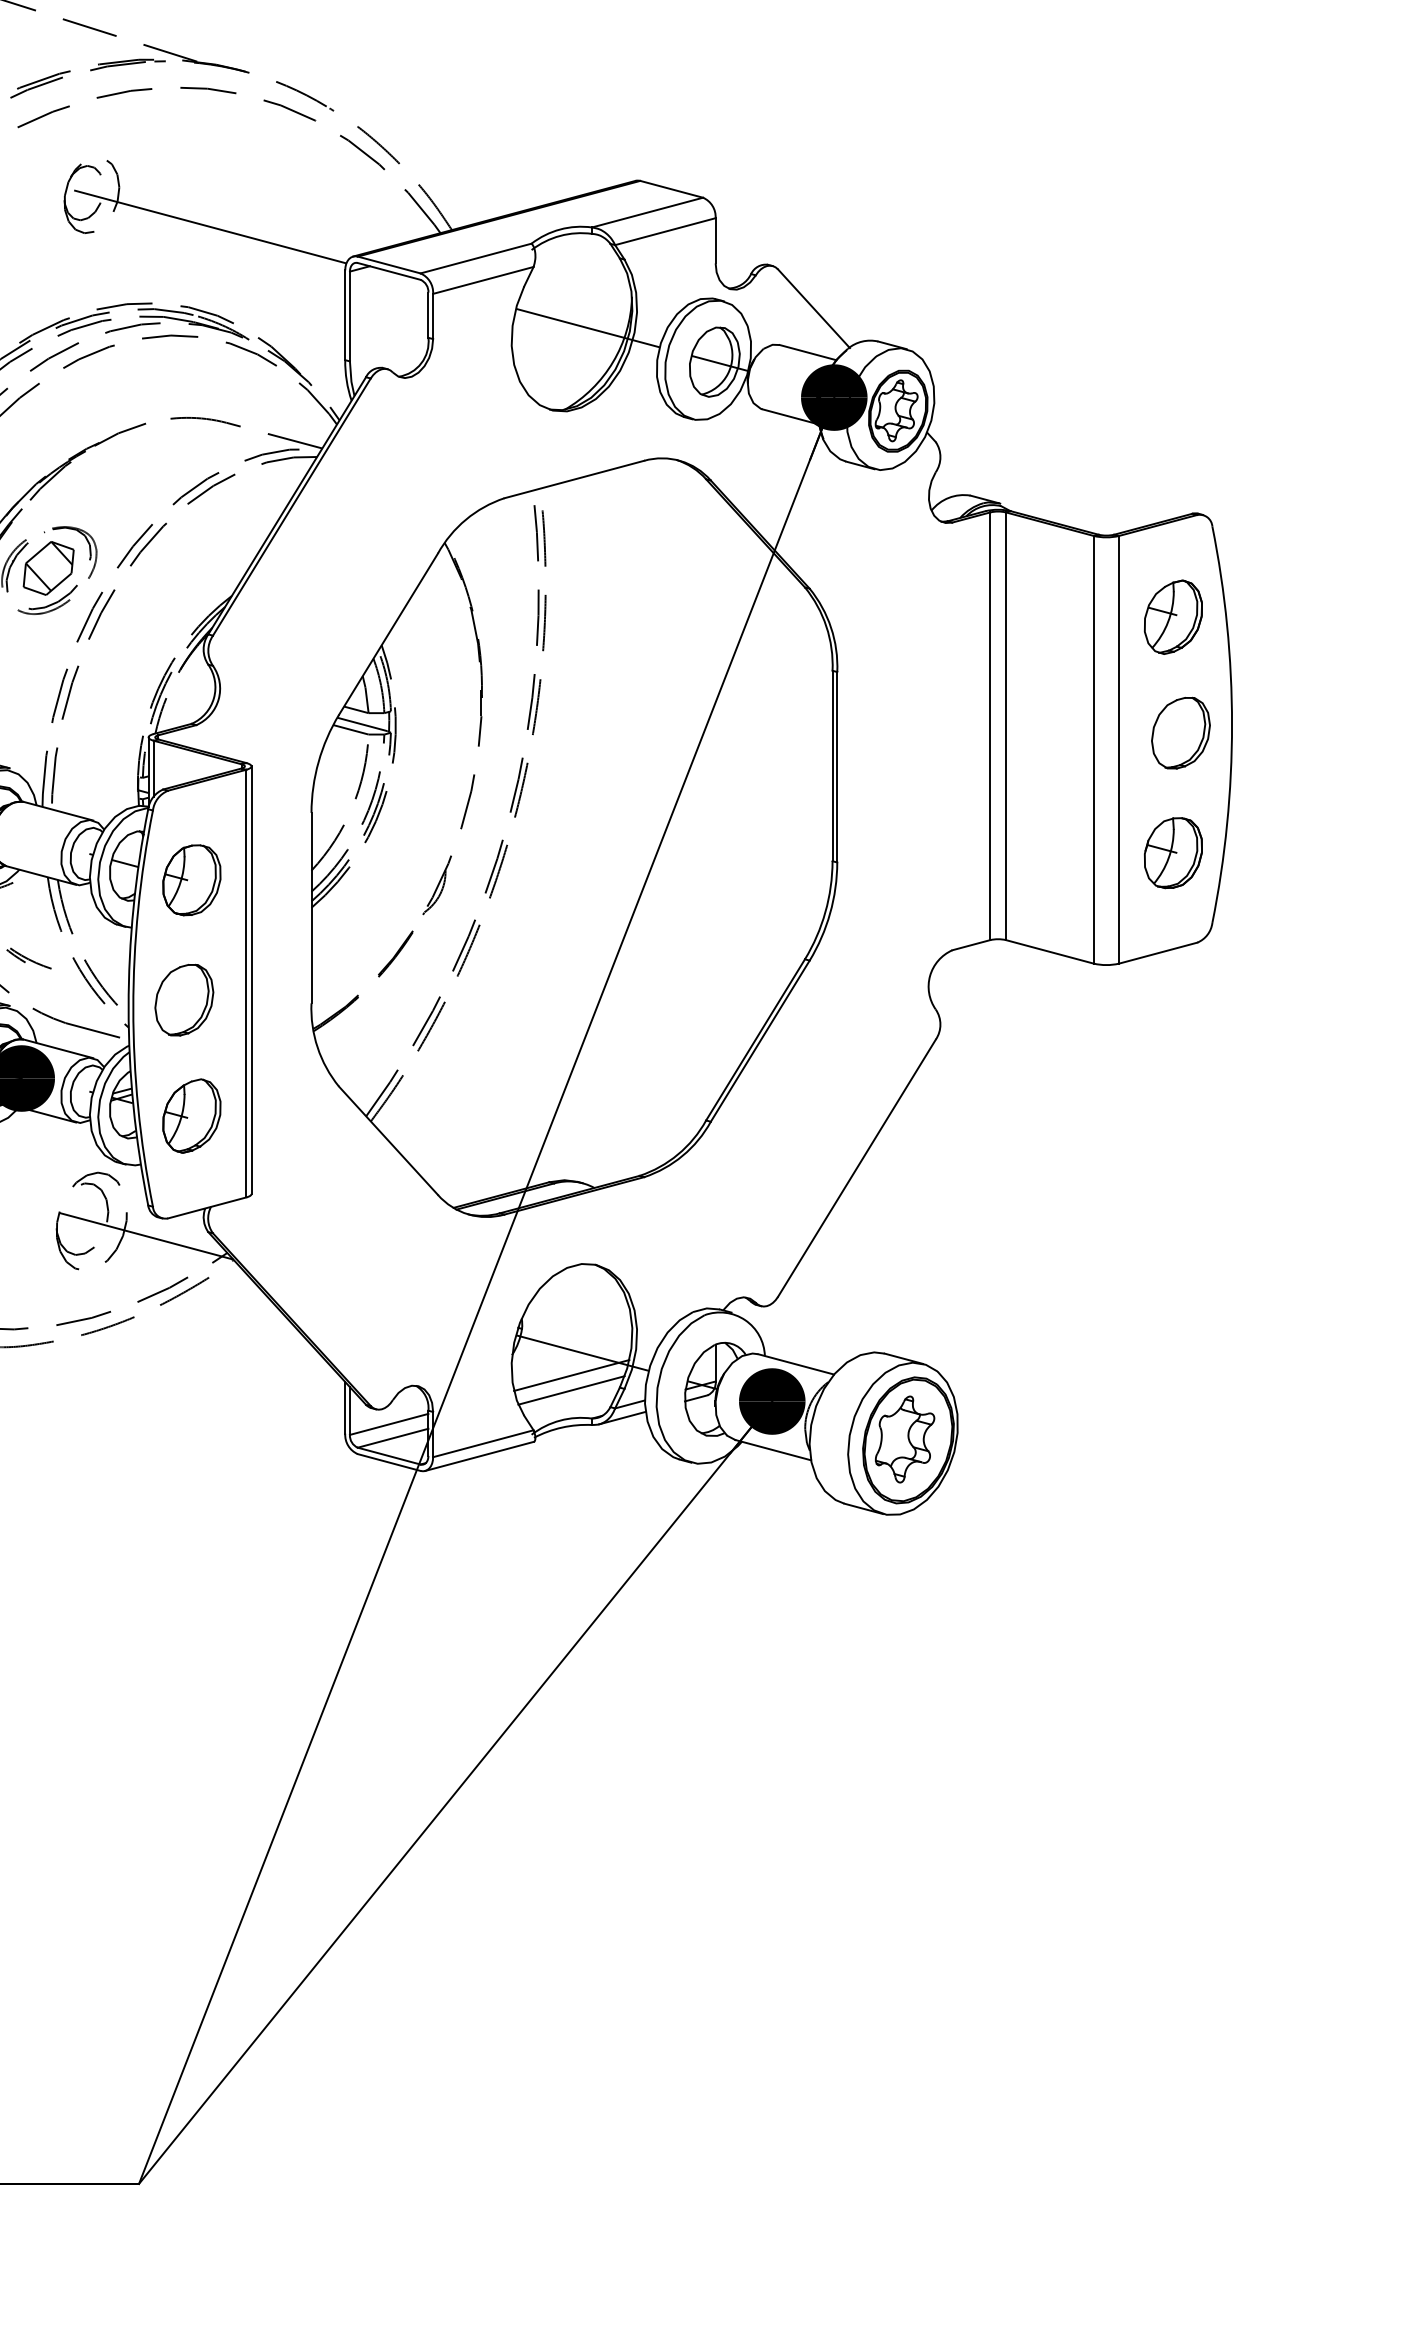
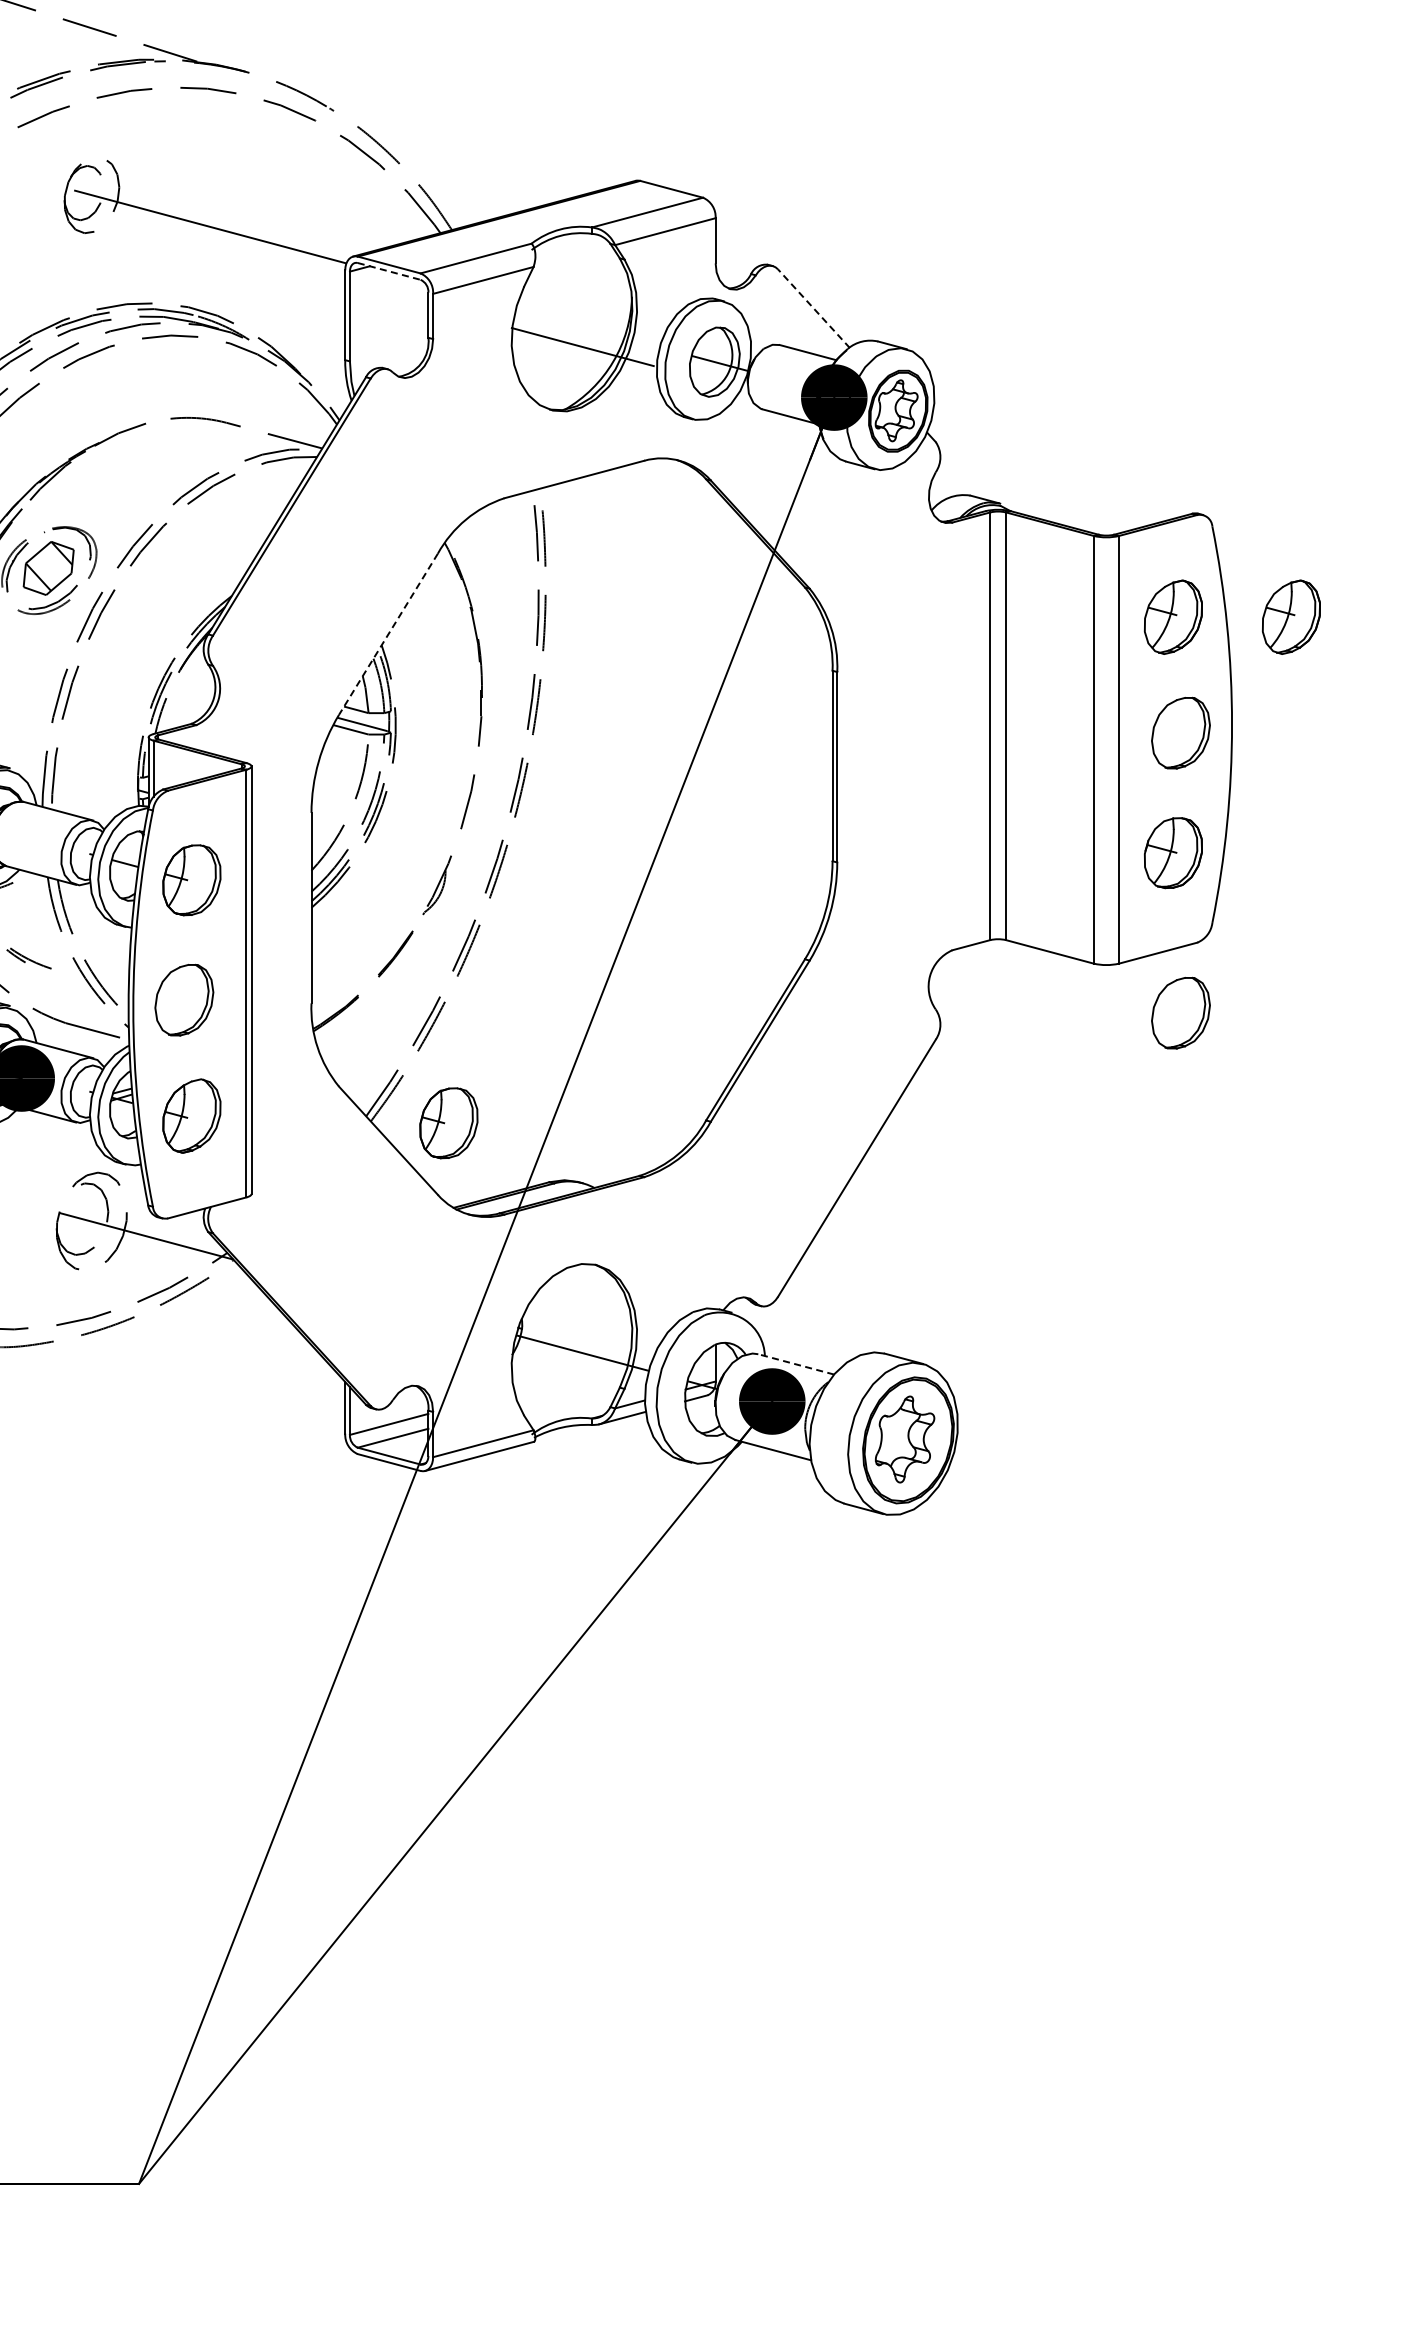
line at (389, 271): solid -> dashed
line at (813, 308): solid -> dashed
line at (587, 327) position: (587, 327) -> (582, 346)
part at (1291, 616): none -> present
line at (388, 634): solid -> dashed
part at (1180, 1012): none -> present
part at (448, 1123): none -> present
line at (795, 1364): solid -> dashed
line at (571, 1375): present -> none
line at (571, 1390): present -> none
